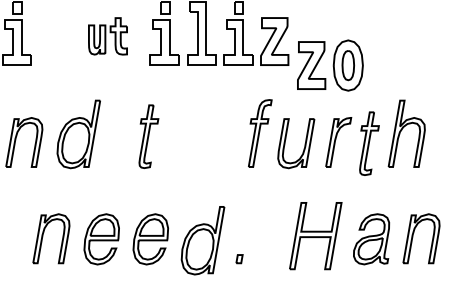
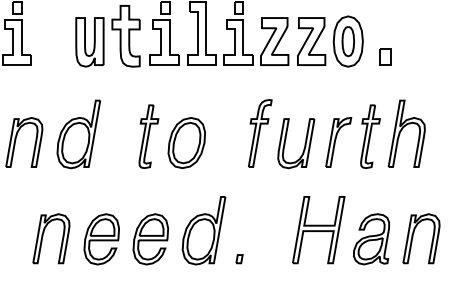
part at (107, 36) size: 40x39 px -> 66x63 px
part at (385, 56): none -> present
part at (330, 65) position: (330, 65) -> (330, 41)
part at (186, 142): none -> present
part at (369, 143) position: (369, 143) -> (370, 136)
part at (315, 236) position: (315, 236) -> (318, 230)
part at (202, 240) position: (202, 240) -> (203, 230)
